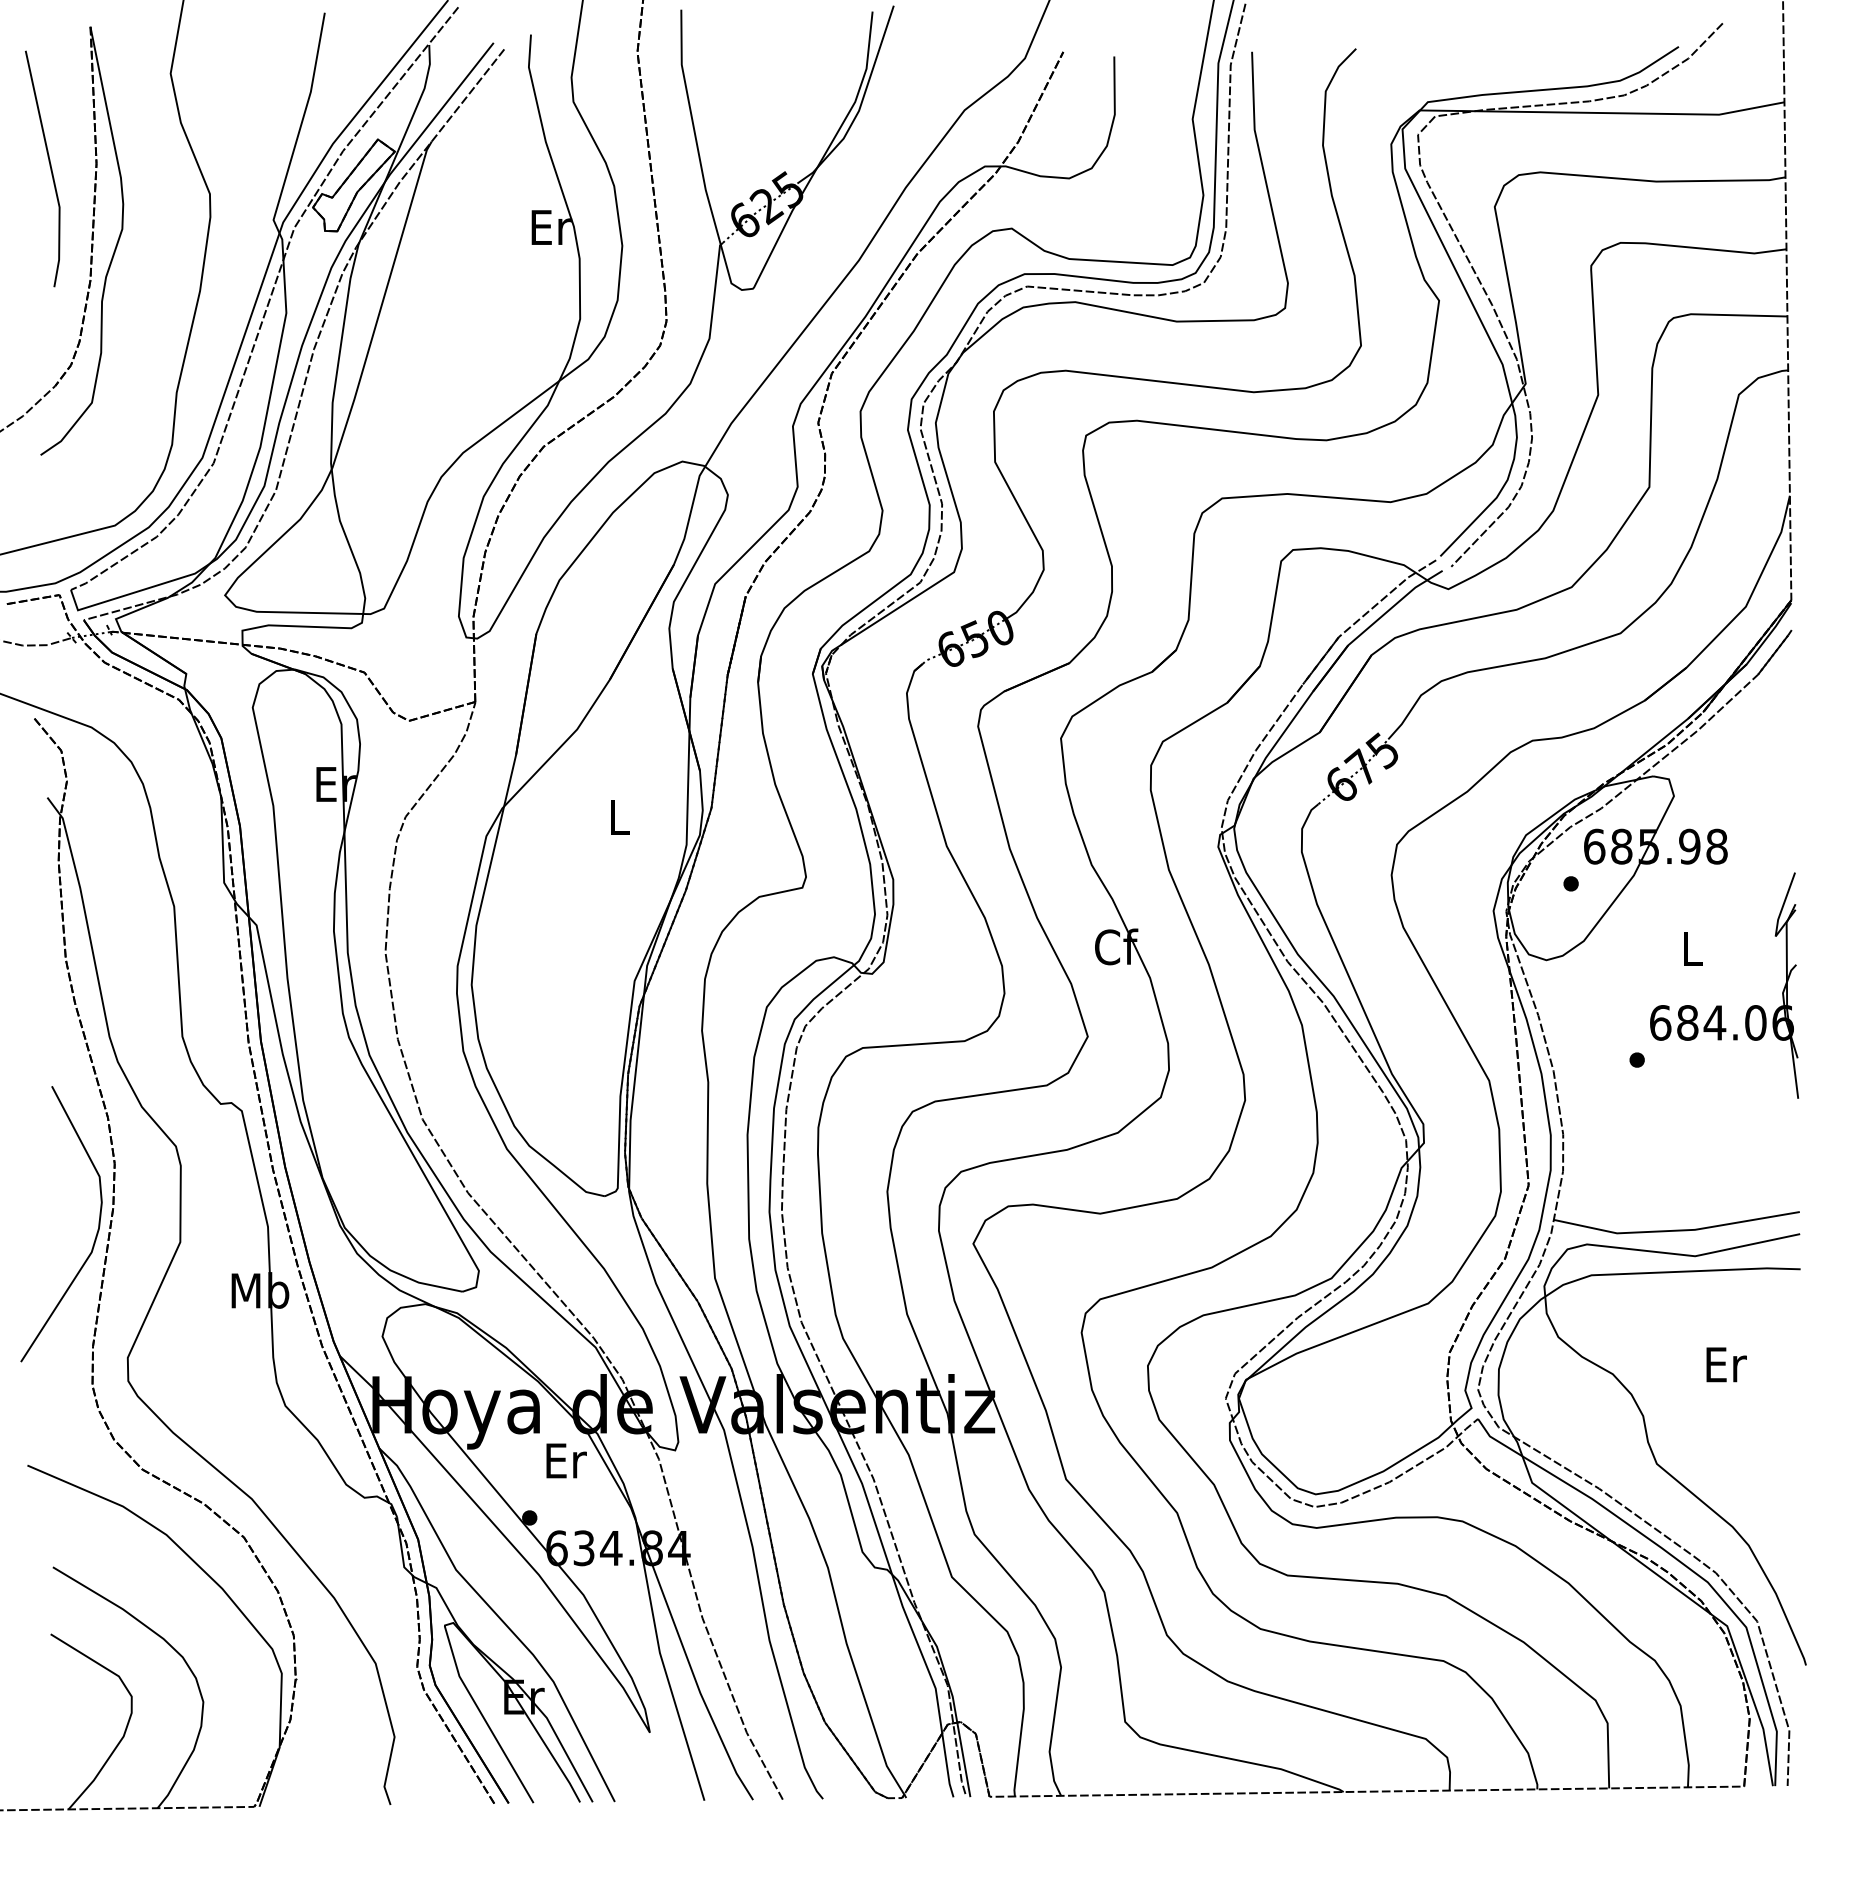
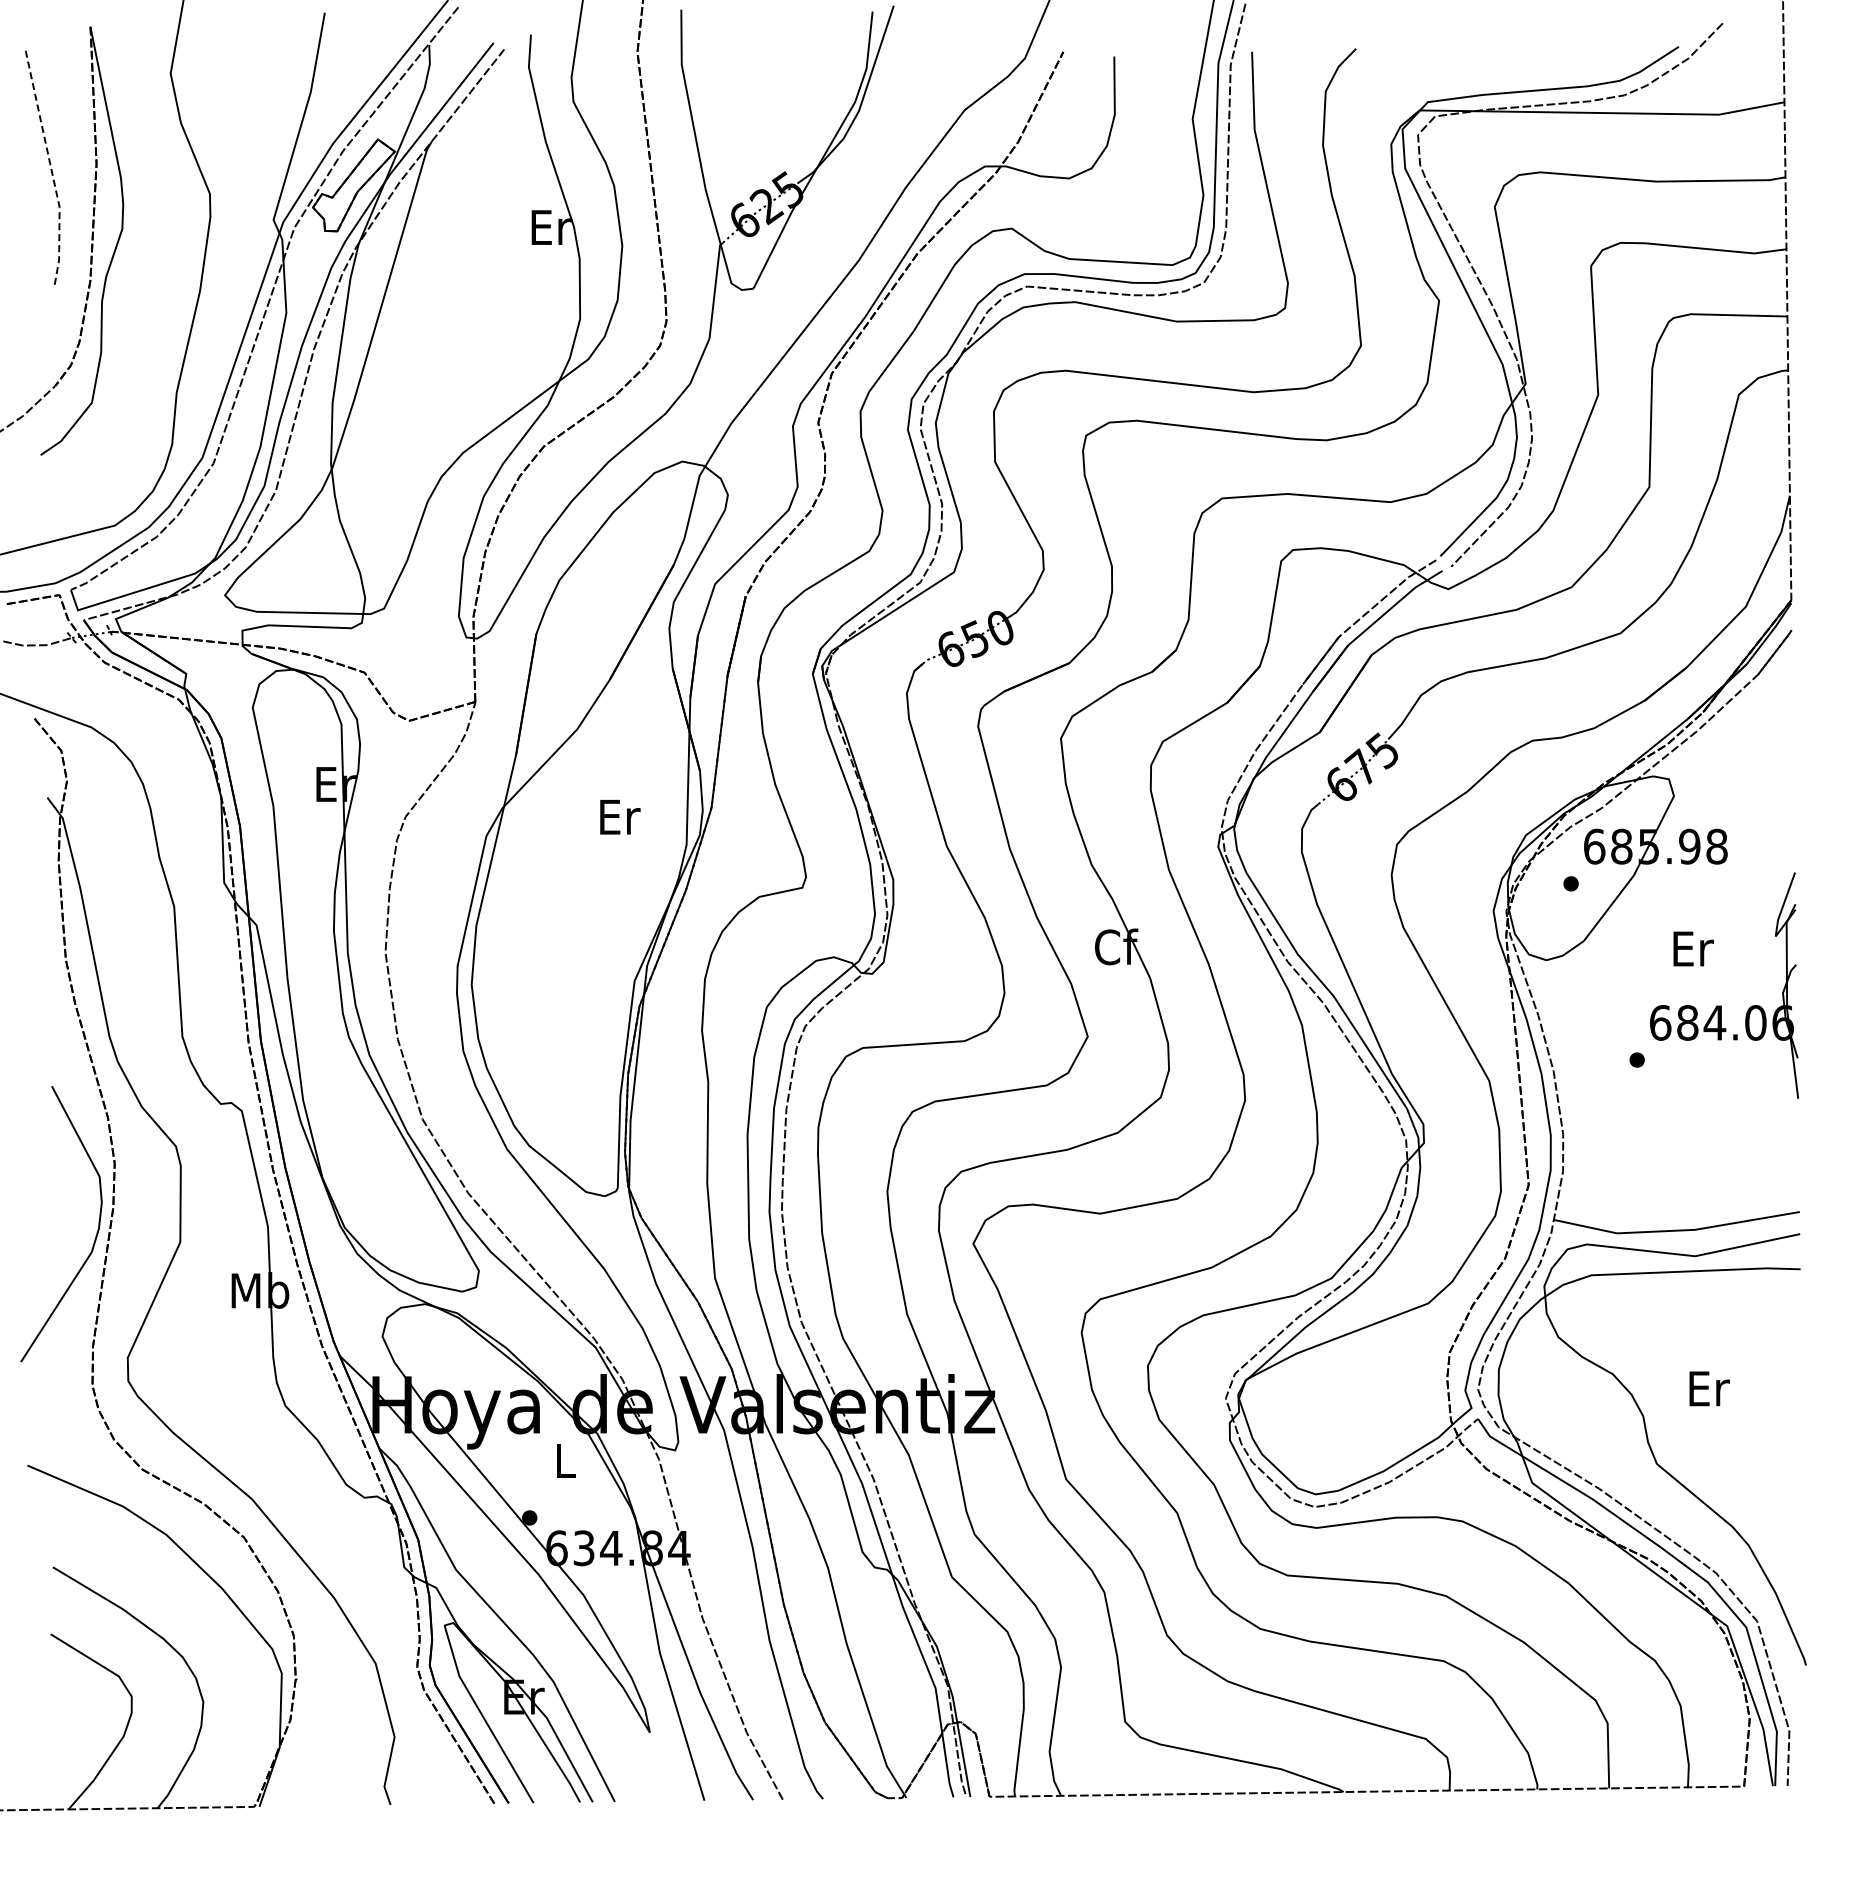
line at (51, 169): solid -> dashed
text at (620, 816): L -> Er
text at (1693, 948): L -> Er
text at (1726, 1364) position: (1726, 1364) -> (1709, 1388)
text at (566, 1460): Er -> L
